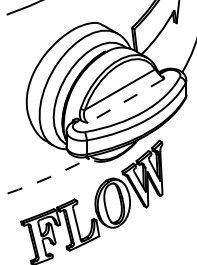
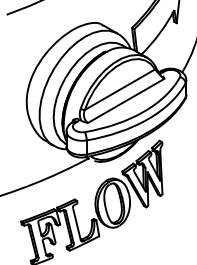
line at (125, 101): dashed -> solid
arc at (45, 179): dashed -> solid
